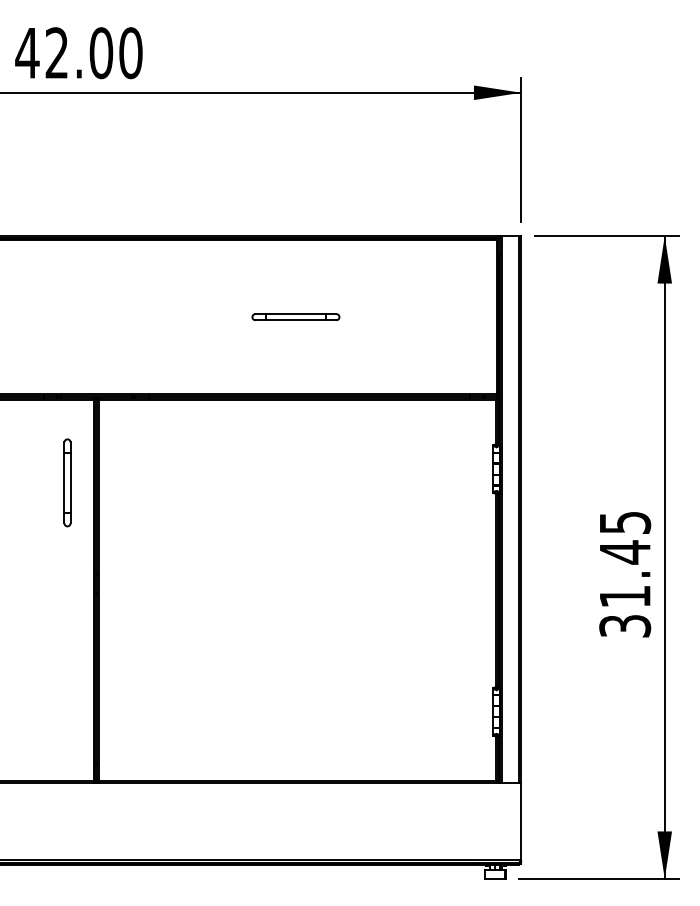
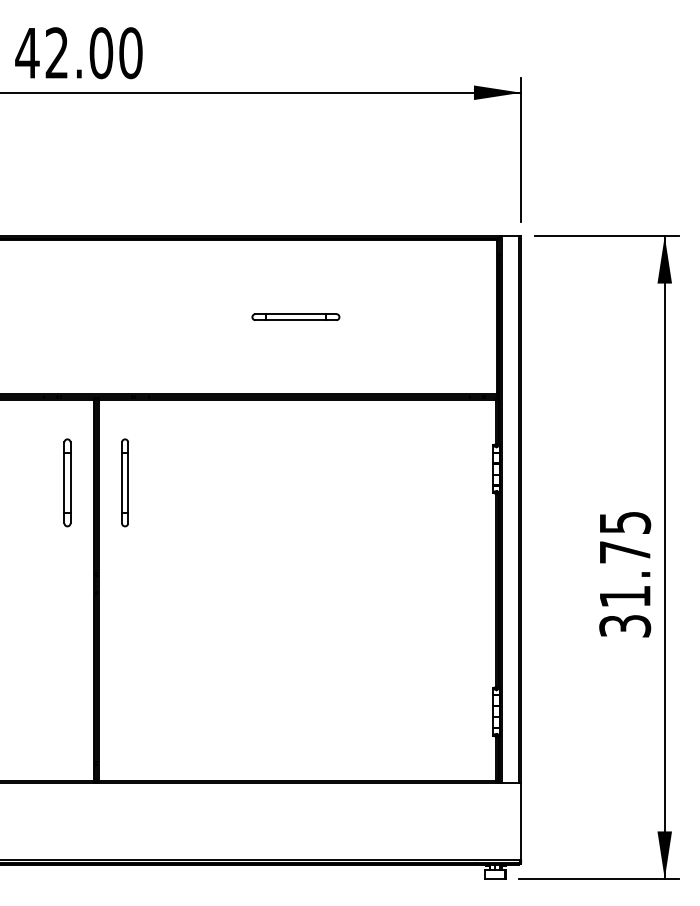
part at (124, 482): none -> present
text at (625, 552): 31.45 -> 31.75
